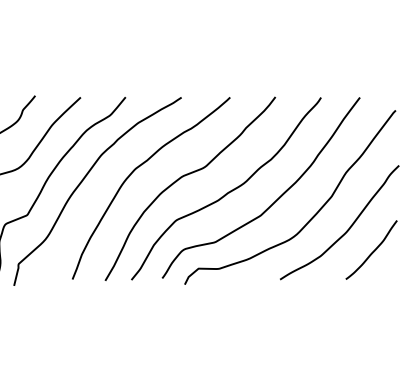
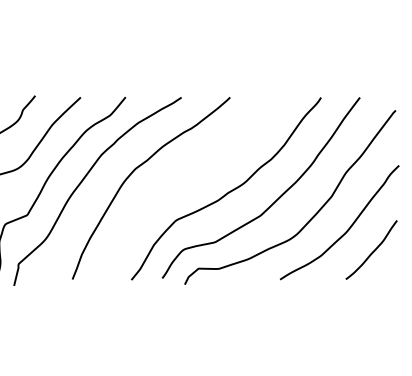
curve at (185, 176): present -> none
